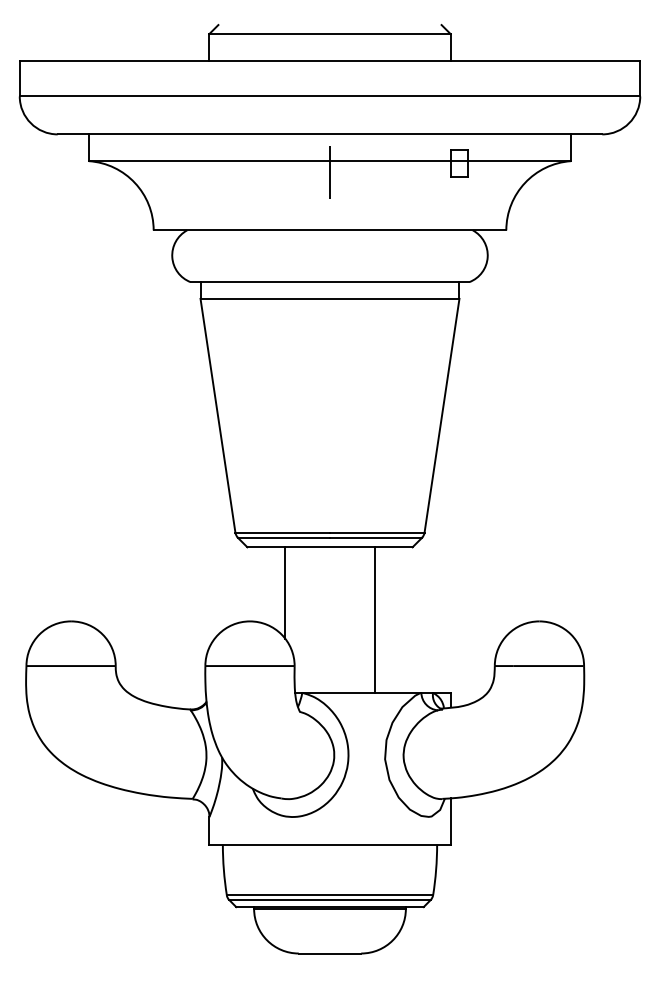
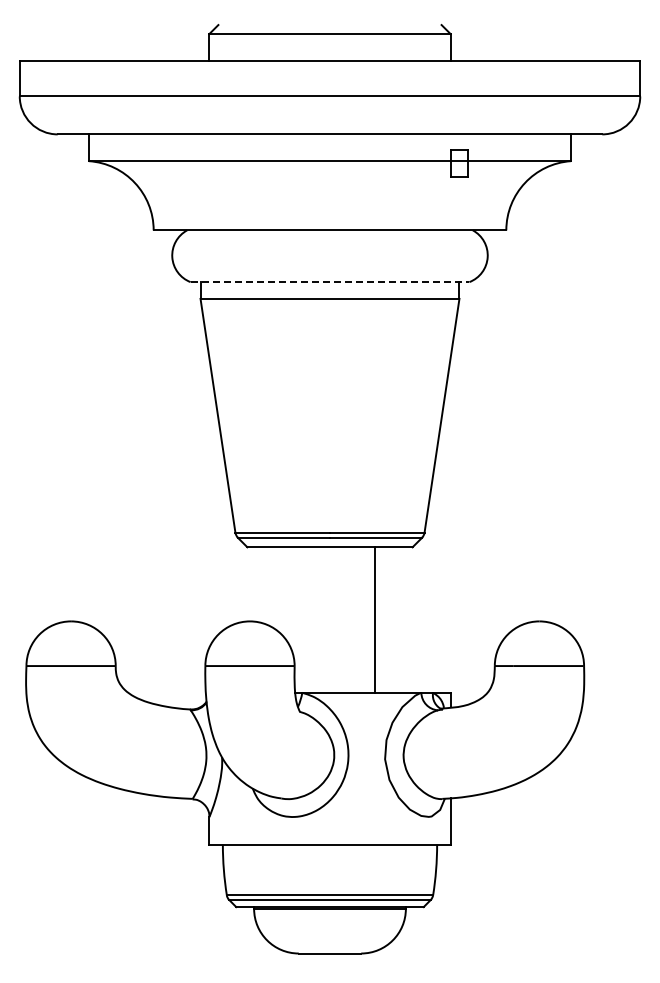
line at (330, 172): present -> none
line at (330, 282): solid -> dashed
line at (285, 592): present -> none
